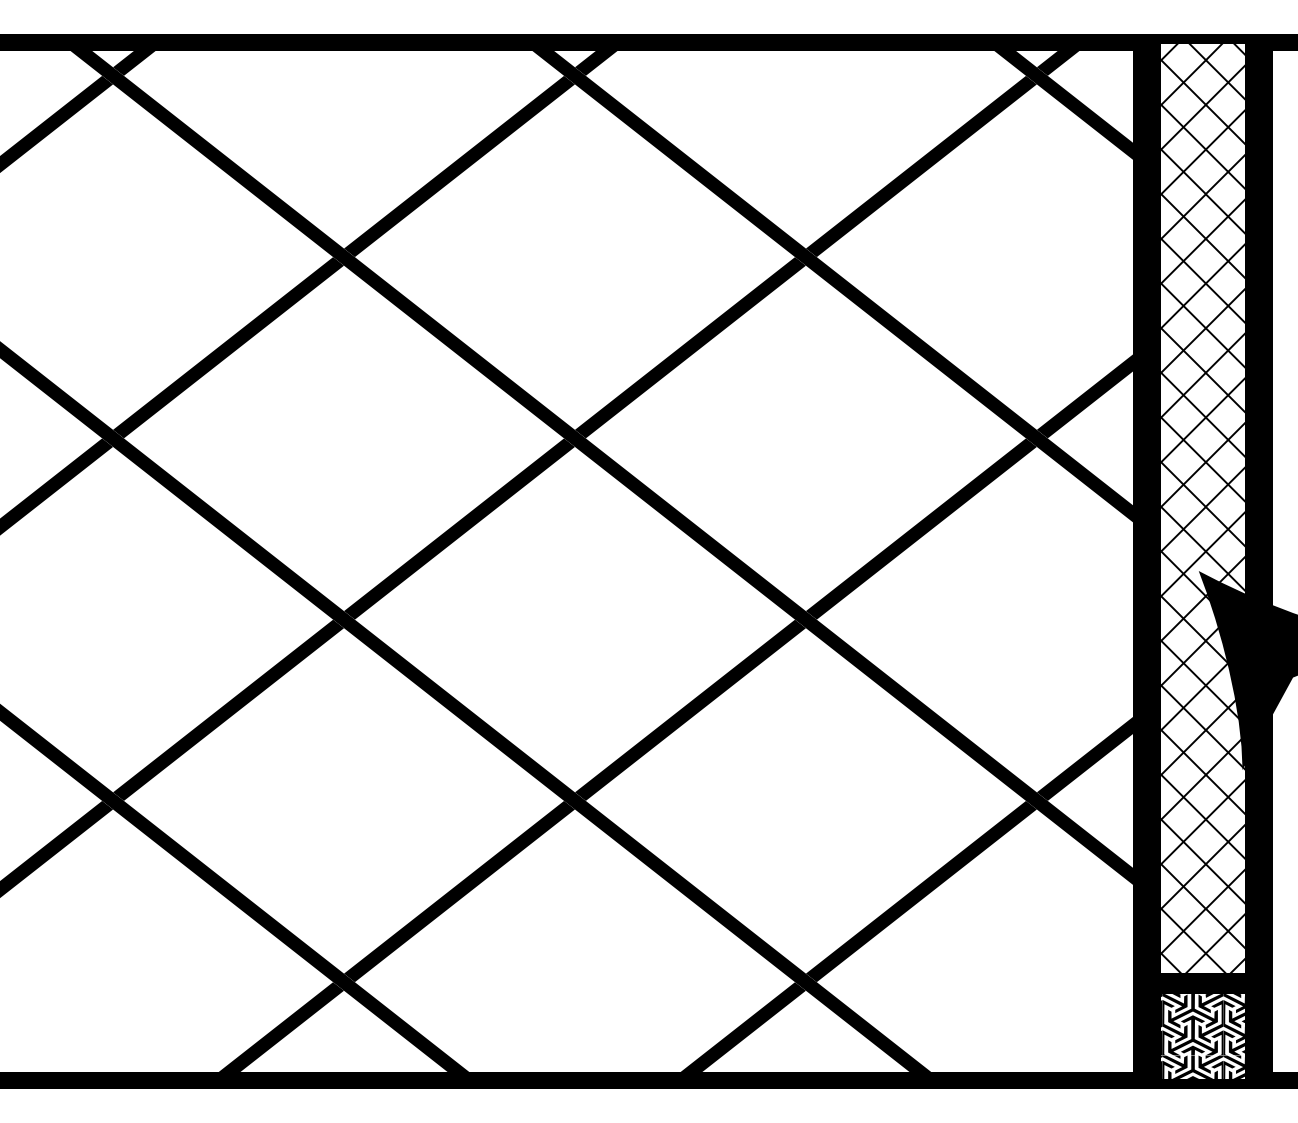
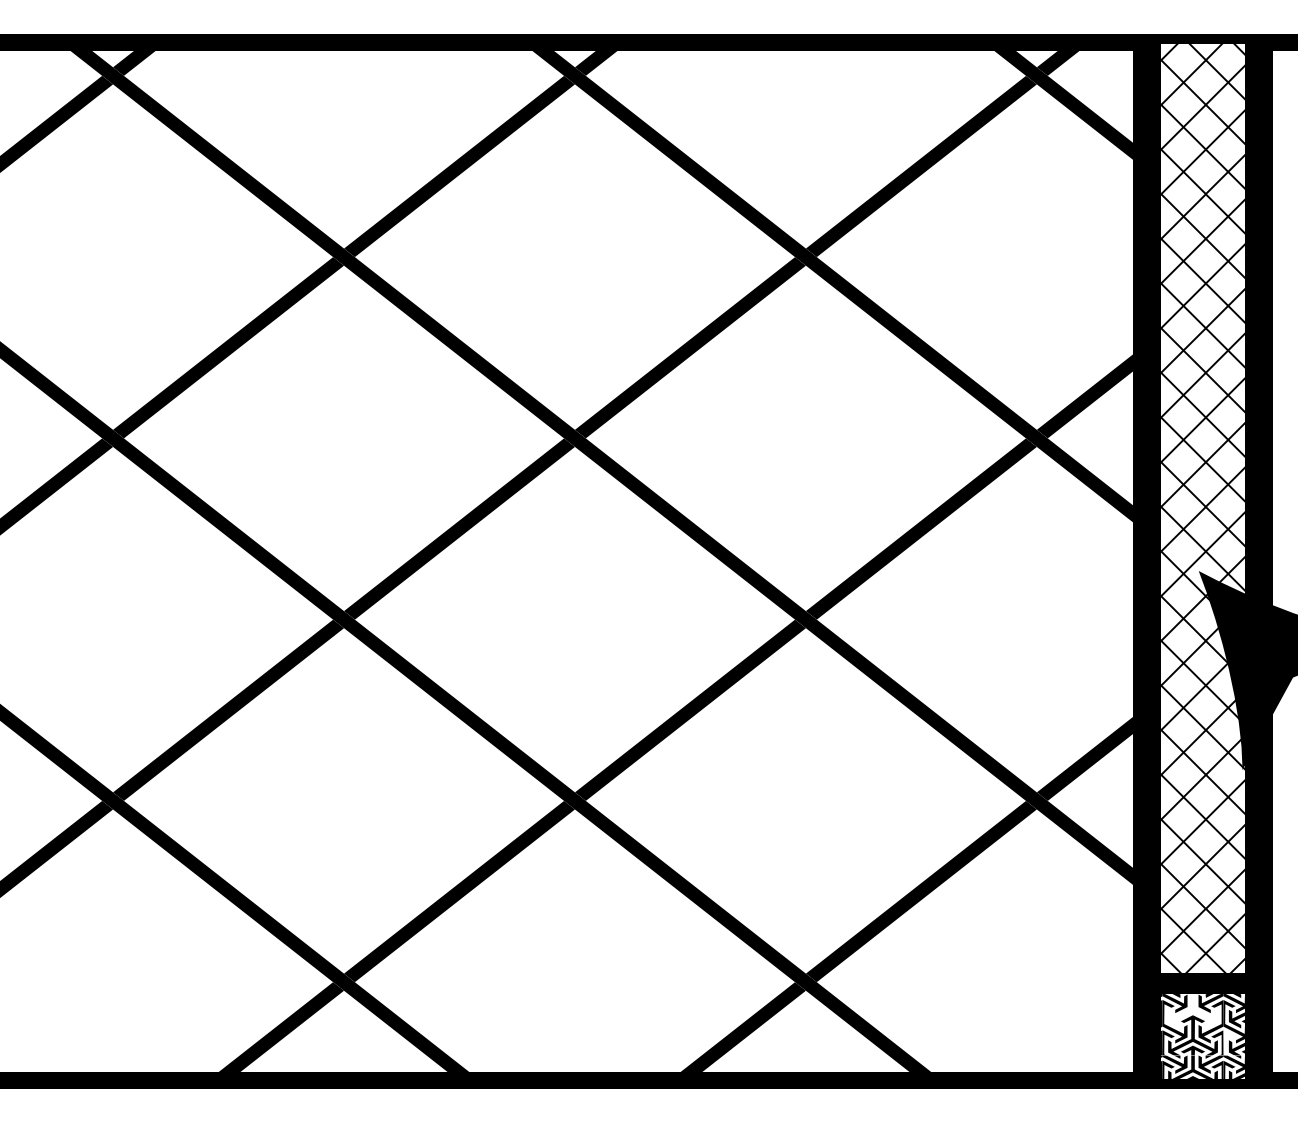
fill at (1192, 1008): present -> none
fill at (1229, 1042): present -> none
